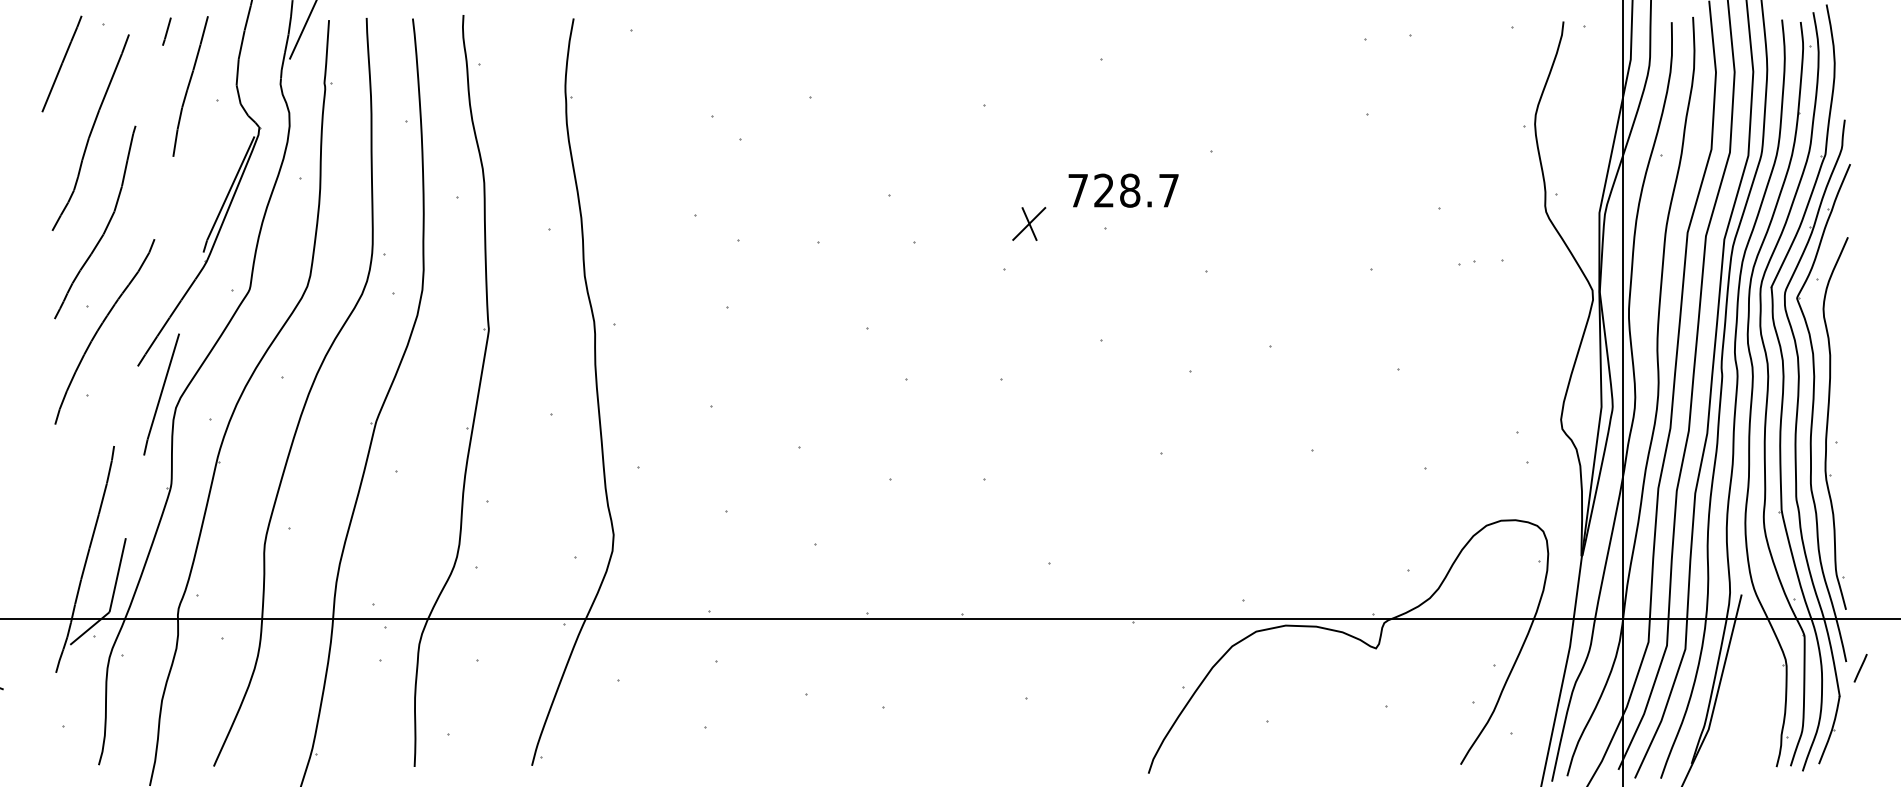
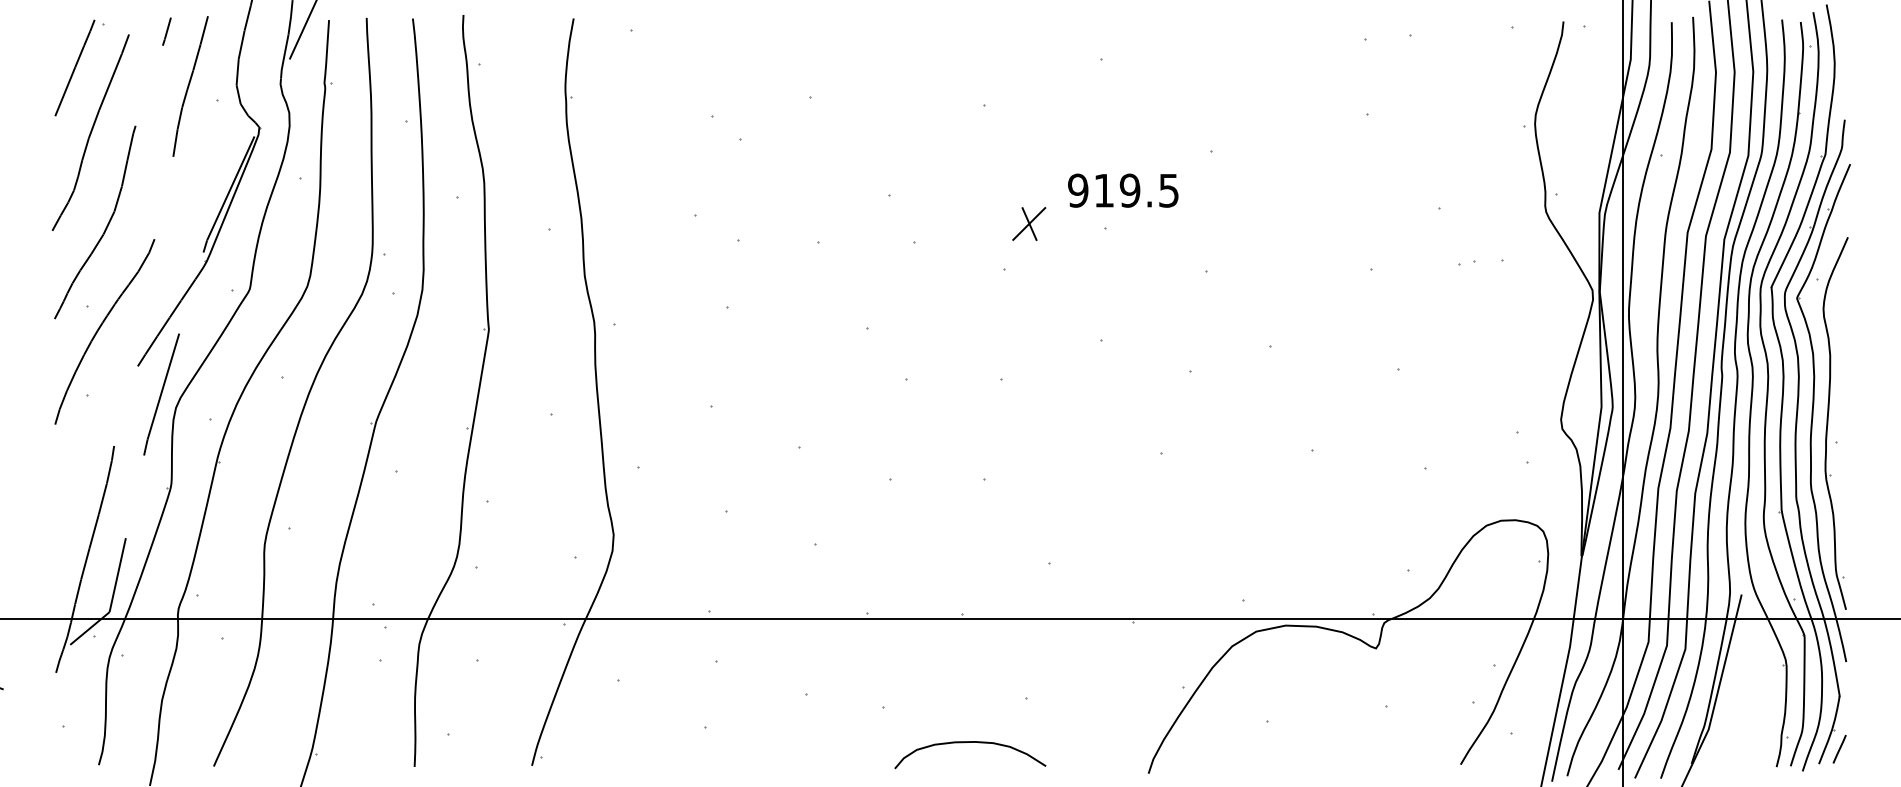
line at (61, 63) position: (61, 63) -> (74, 67)
text at (1123, 190): 728.7 -> 919.5
line at (1860, 667) position: (1860, 667) -> (1839, 748)
curve at (970, 742): none -> present
